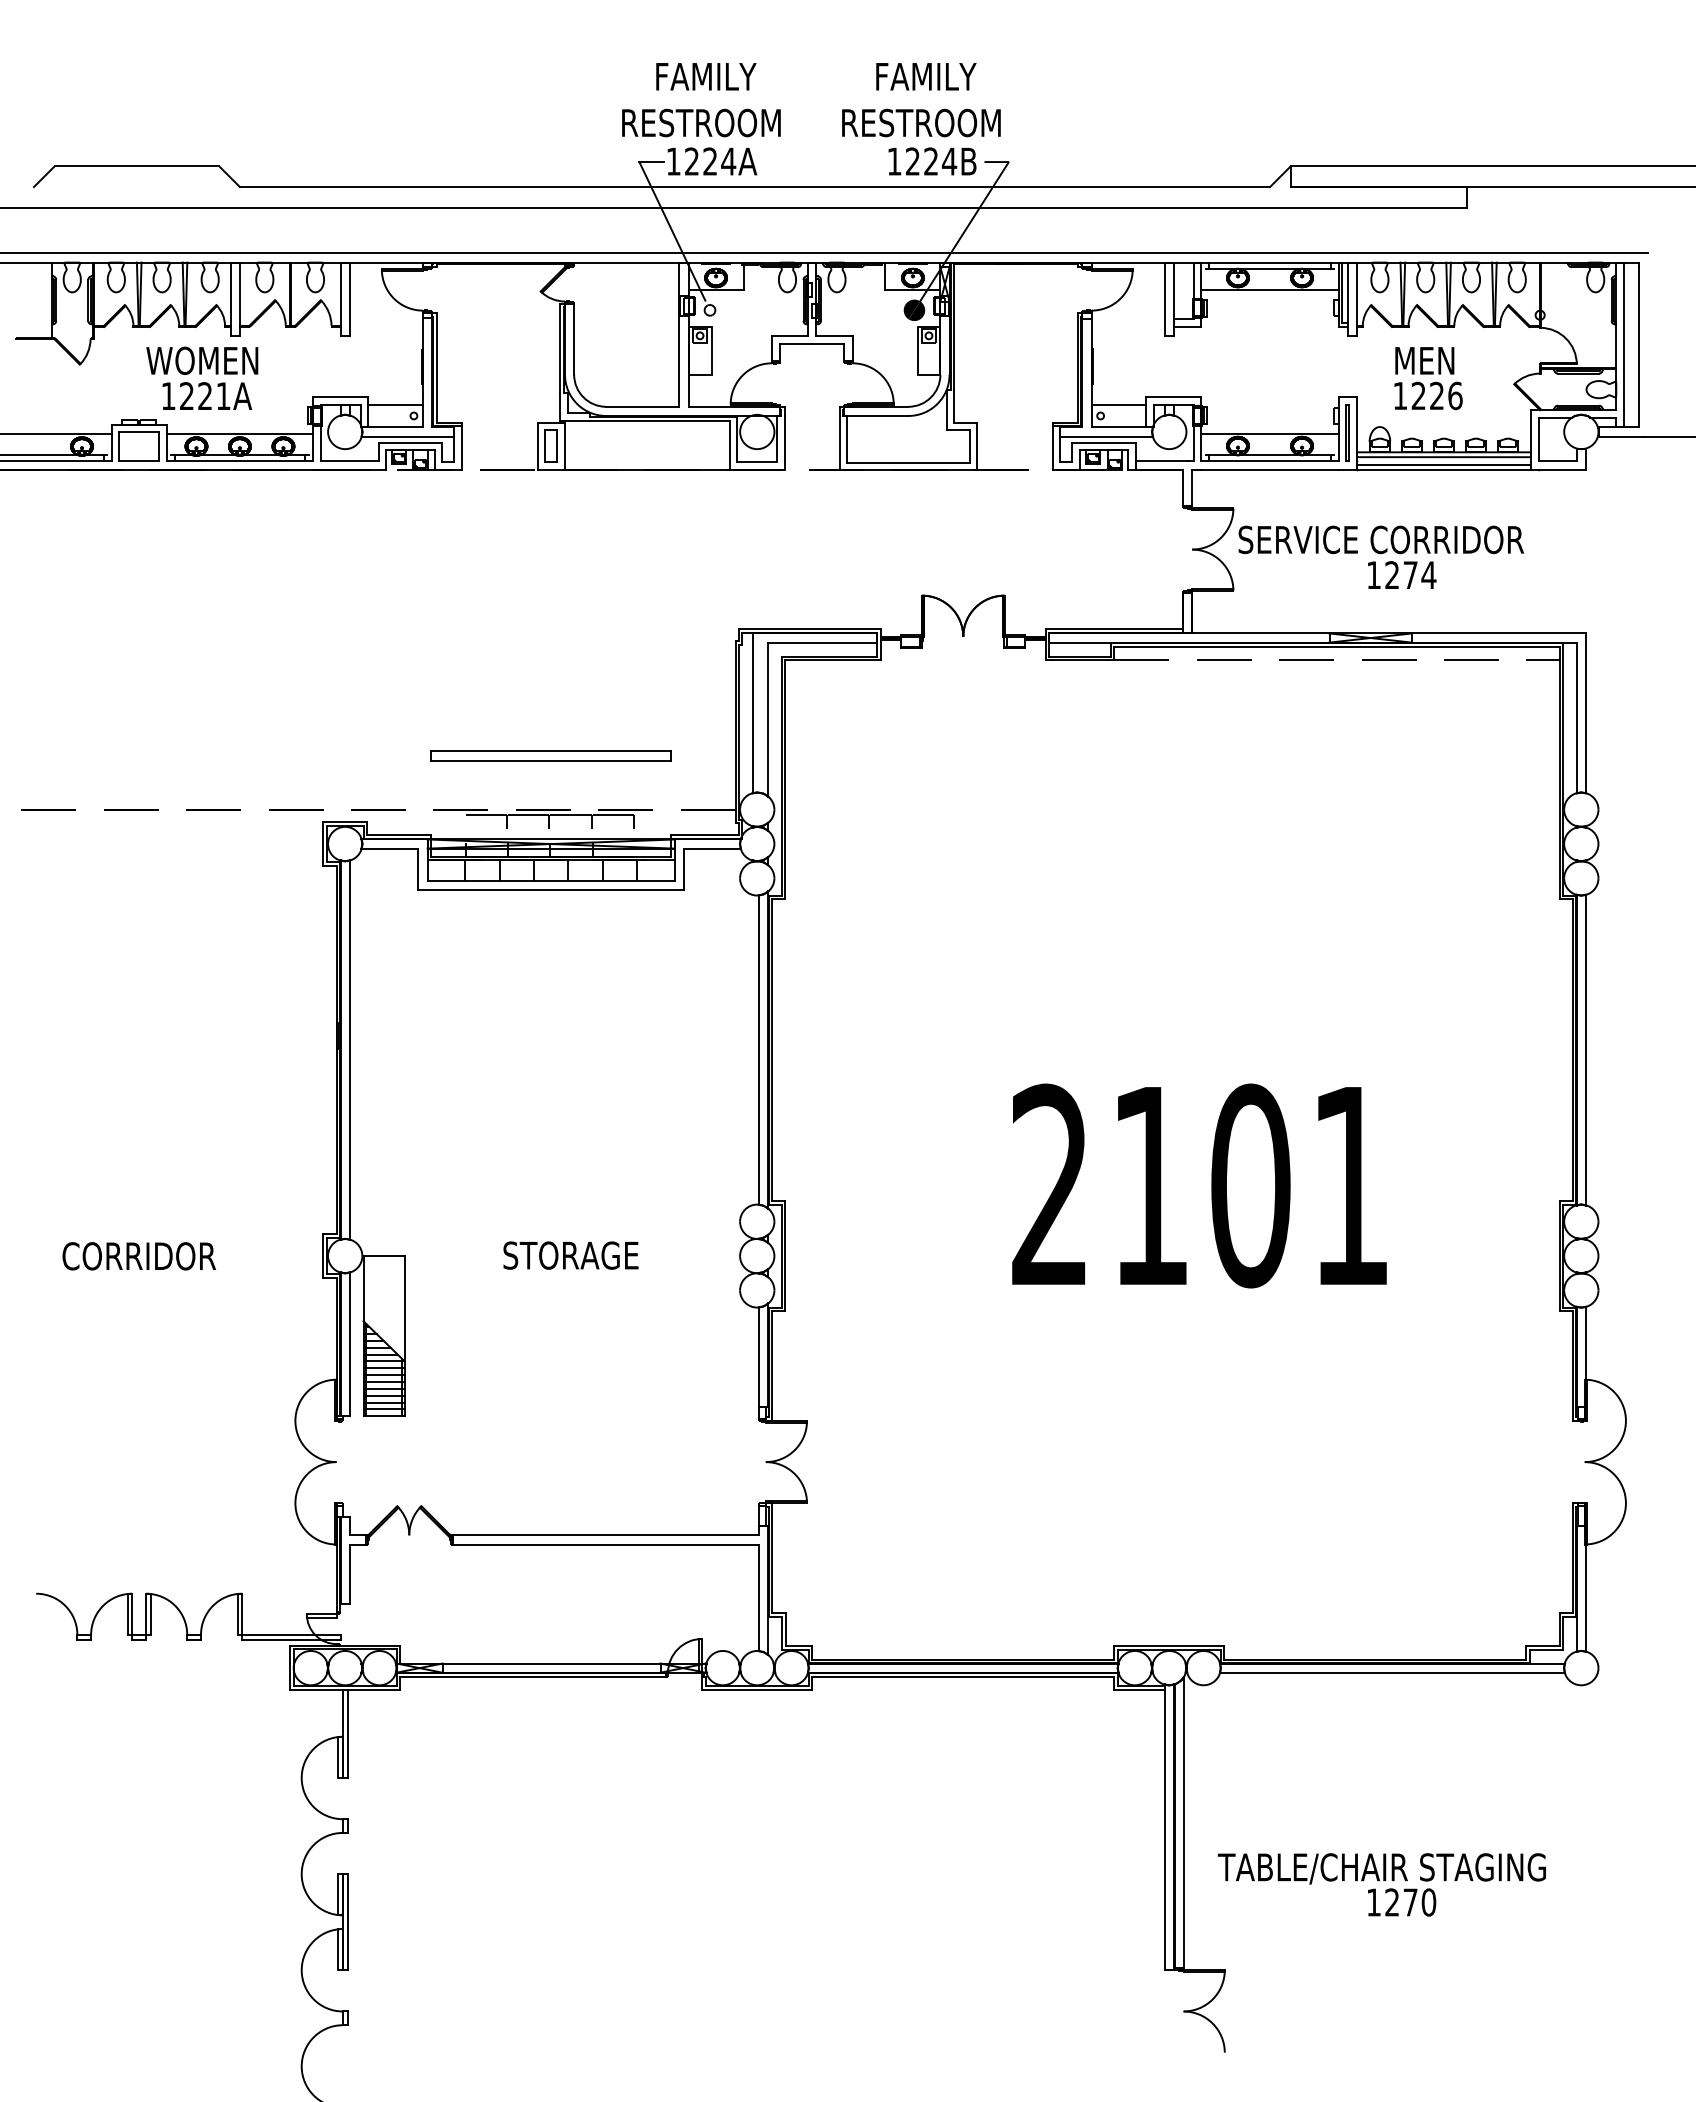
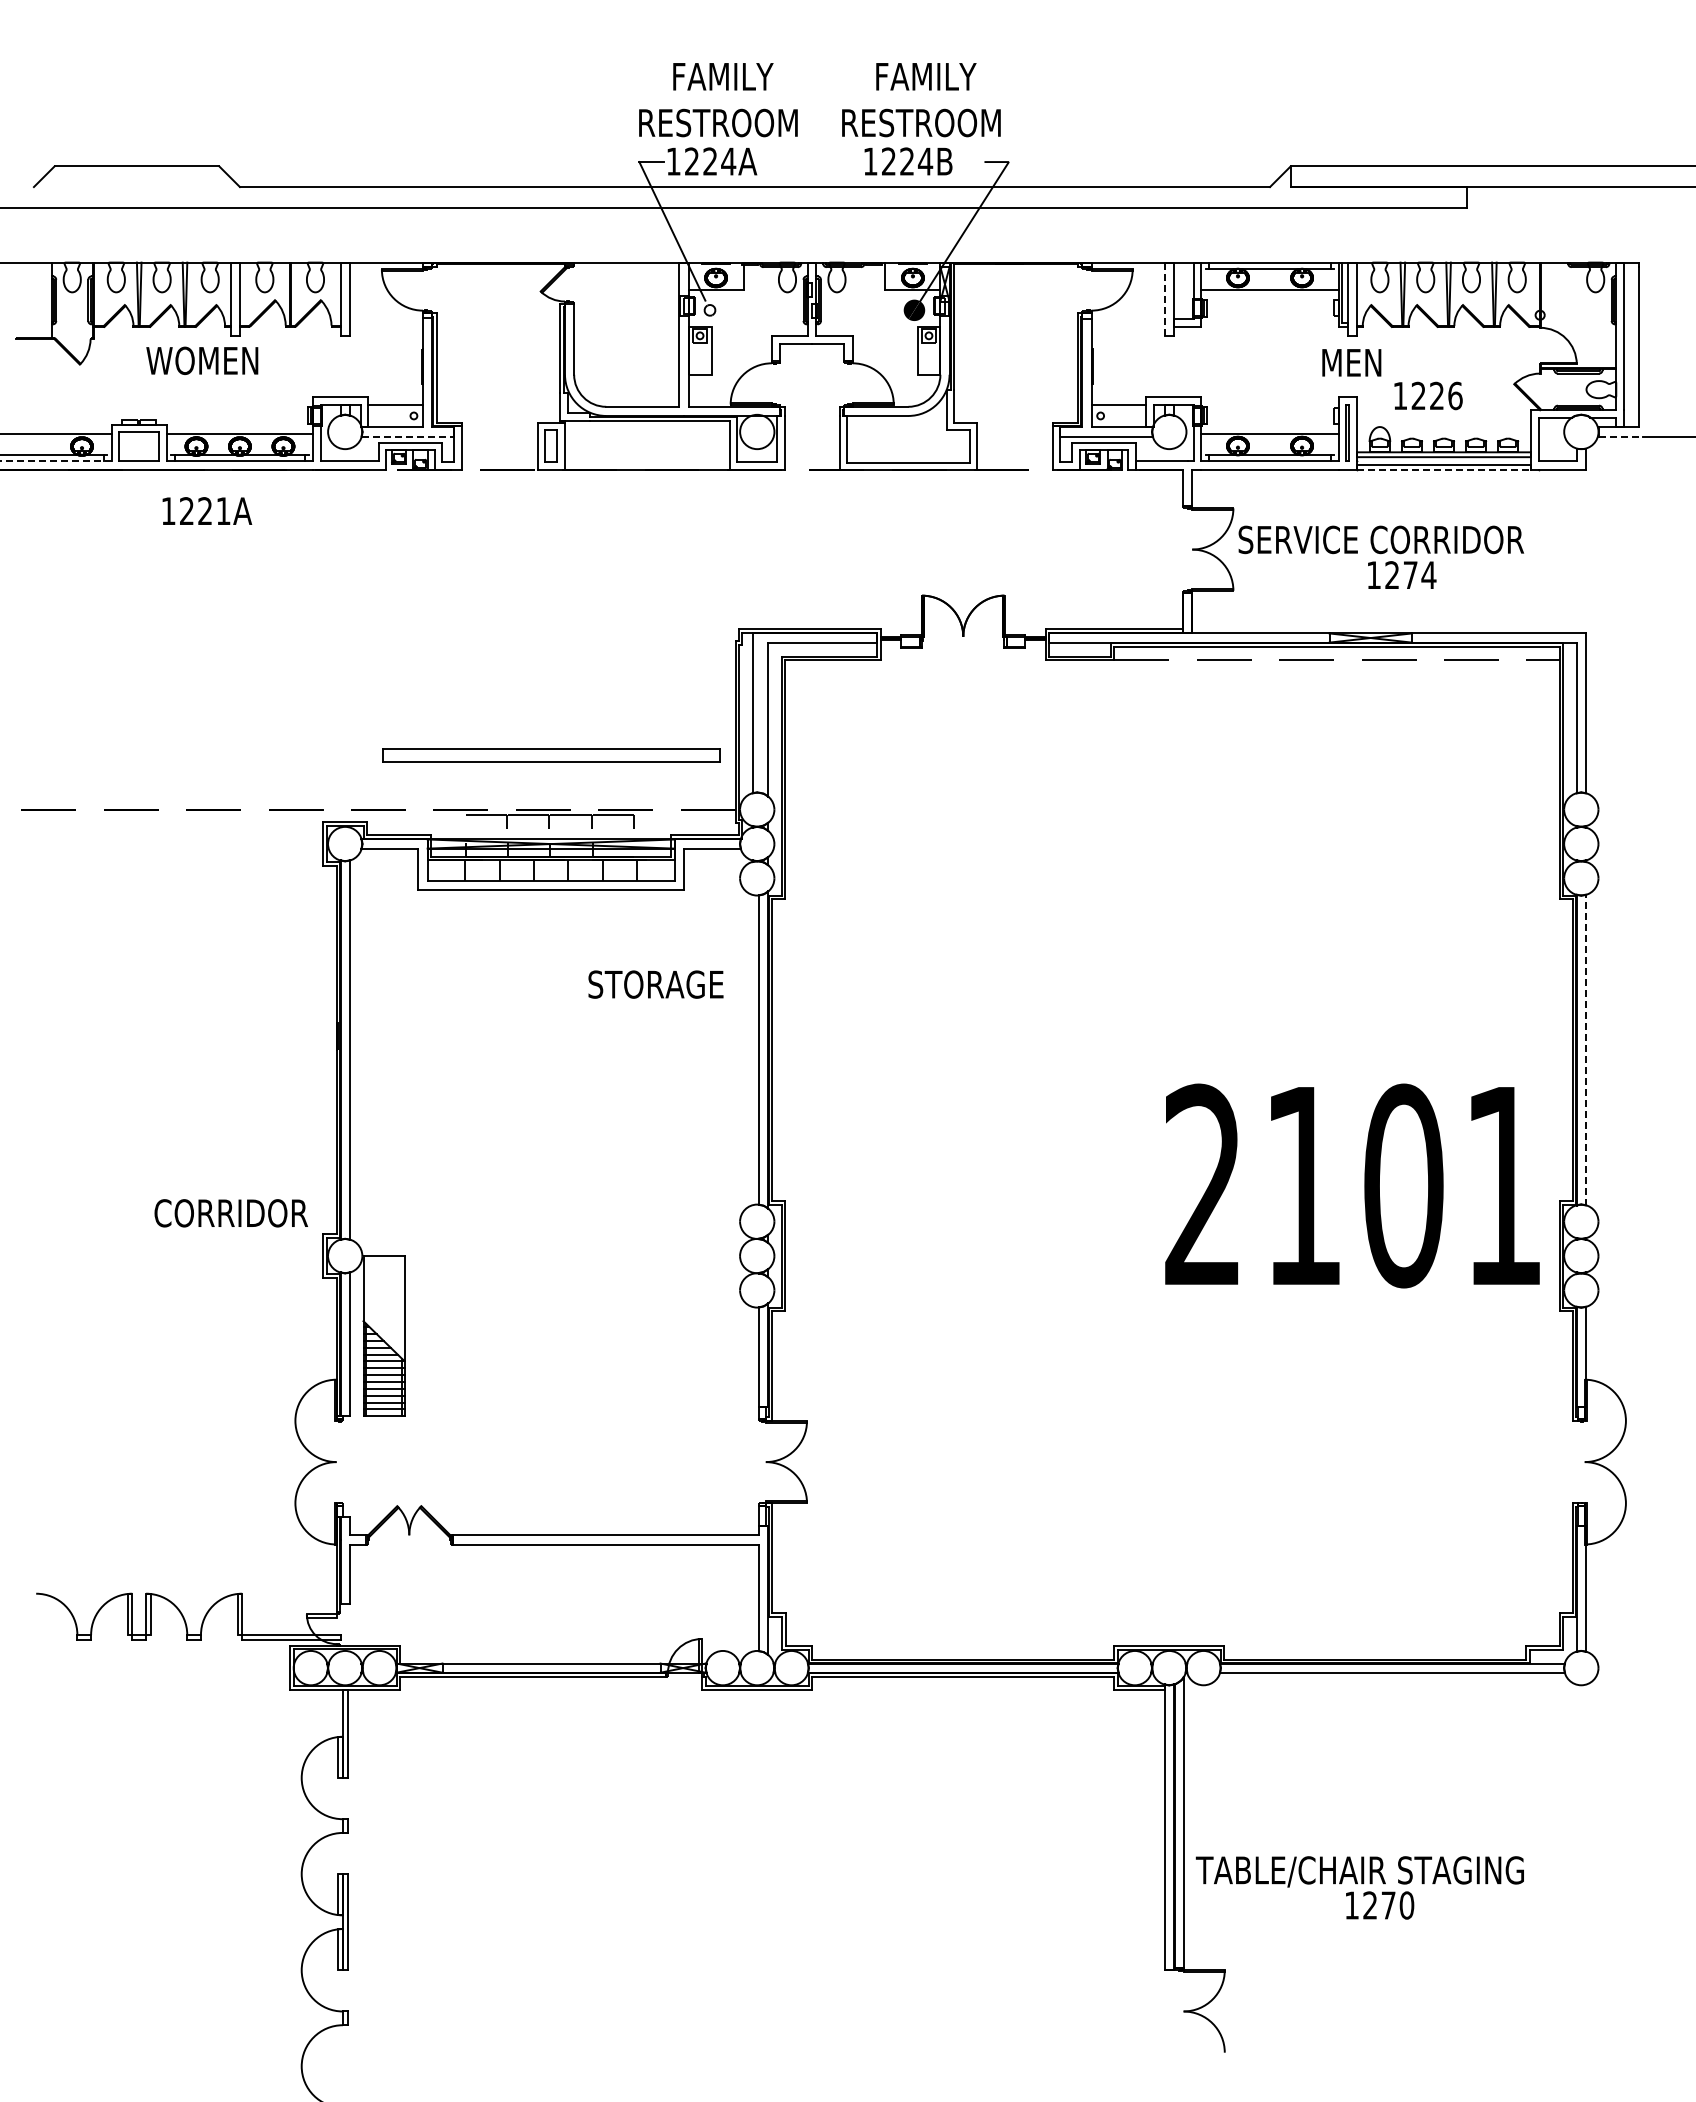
text at (701, 100) position: (701, 100) -> (718, 100)
text at (932, 161) position: (932, 161) -> (908, 161)
line at (824, 253): present -> none
line at (1164, 299): solid -> dashed
text at (1424, 360) position: (1424, 360) -> (1351, 362)
text at (207, 395) position: (207, 395) -> (207, 510)
line at (408, 436): solid -> dashed
line at (1621, 436): solid -> dashed
line at (55, 461): solid -> dashed
line at (1444, 469): solid -> dashed
part at (550, 755) size: 242x12 px -> 339x15 px
line at (1585, 1049): solid -> dashed
text at (1199, 1185) position: (1199, 1185) -> (1352, 1185)
text at (570, 1255) position: (570, 1255) -> (655, 984)
text at (138, 1256) position: (138, 1256) -> (230, 1213)
text at (1381, 1884) position: (1381, 1884) -> (1359, 1887)
